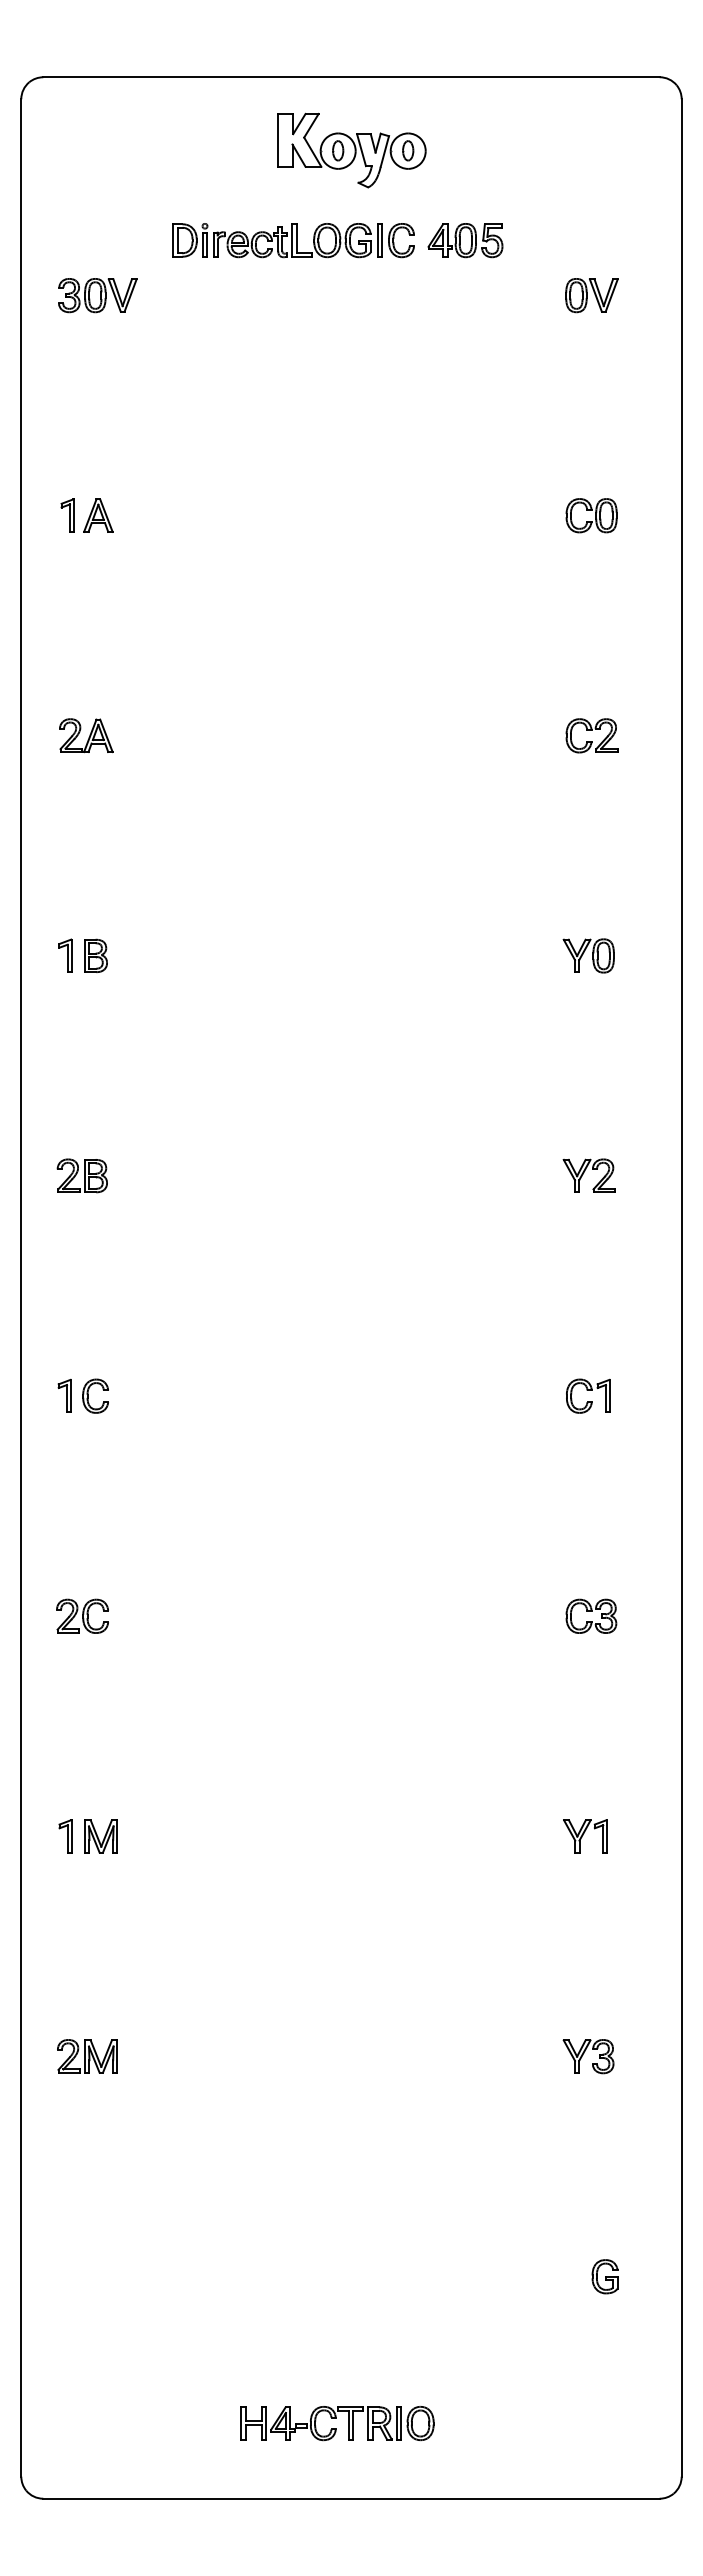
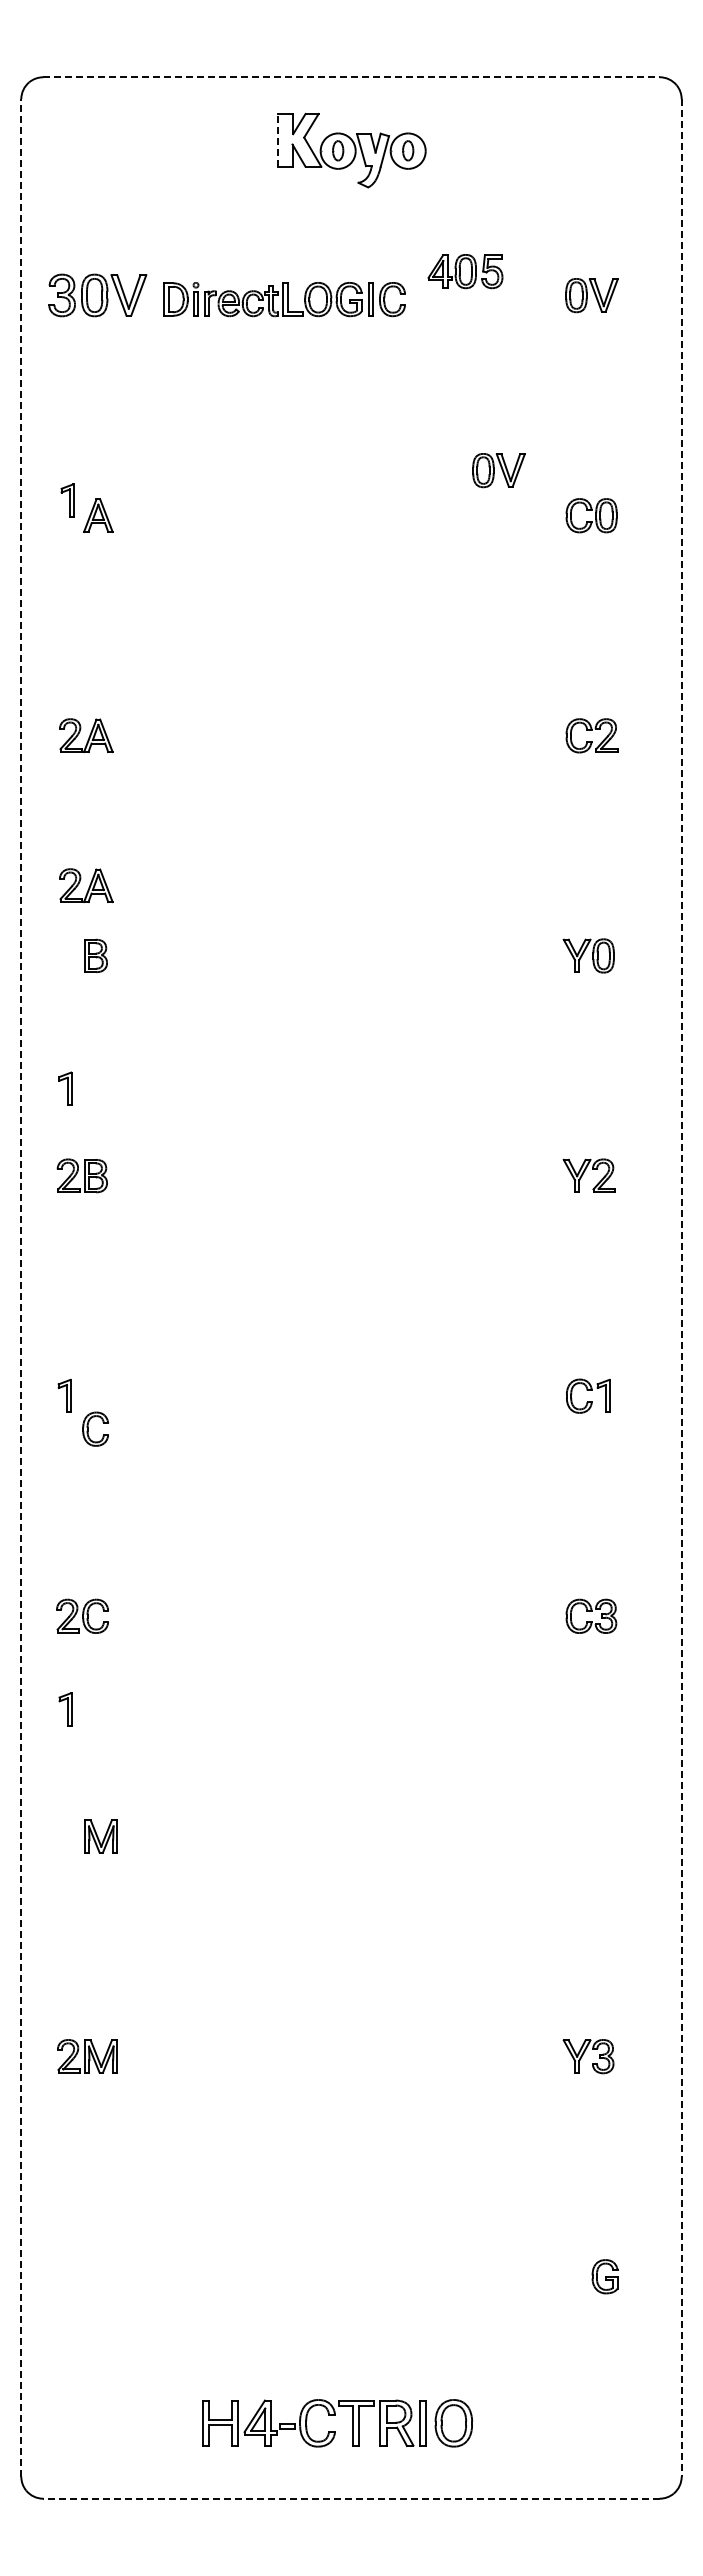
line at (351, 77): solid -> dashed
line at (278, 139): solid -> dashed
part at (293, 240) position: (293, 240) -> (284, 299)
part at (465, 240) position: (465, 240) -> (465, 271)
part at (97, 295) size: 80x36 px -> 100x45 px
part at (498, 470): none -> present
part at (67, 515) position: (67, 515) -> (67, 500)
part at (86, 885): none -> present
part at (65, 955) position: (65, 955) -> (65, 1088)
line at (21, 1287): solid -> dashed
line at (681, 1287): solid -> dashed
part at (88, 1395) position: (88, 1395) -> (88, 1428)
part at (65, 1836) position: (65, 1836) -> (65, 1709)
part at (585, 1836): present -> none
part at (337, 2423) size: 195x36 px -> 271x49 px
line at (350, 2498): solid -> dashed
